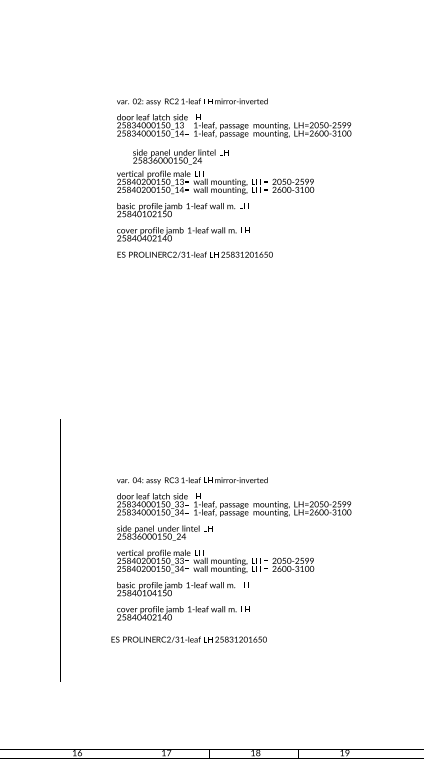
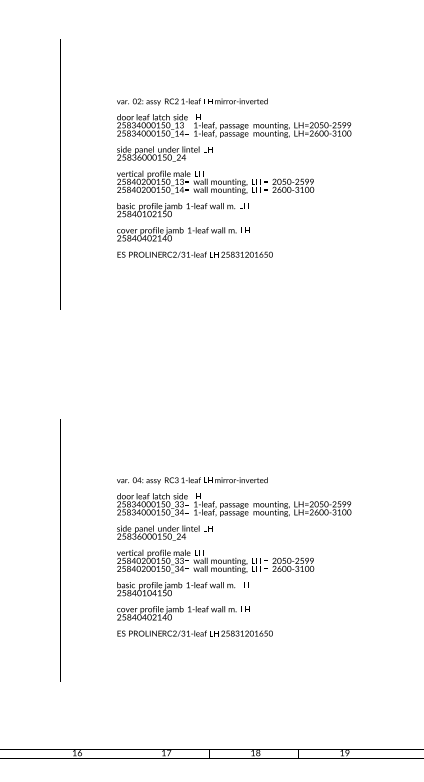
text at (180, 156) position: (180, 156) -> (164, 153)
line at (60, 174): none -> present
text at (188, 639) position: (188, 639) -> (194, 633)
